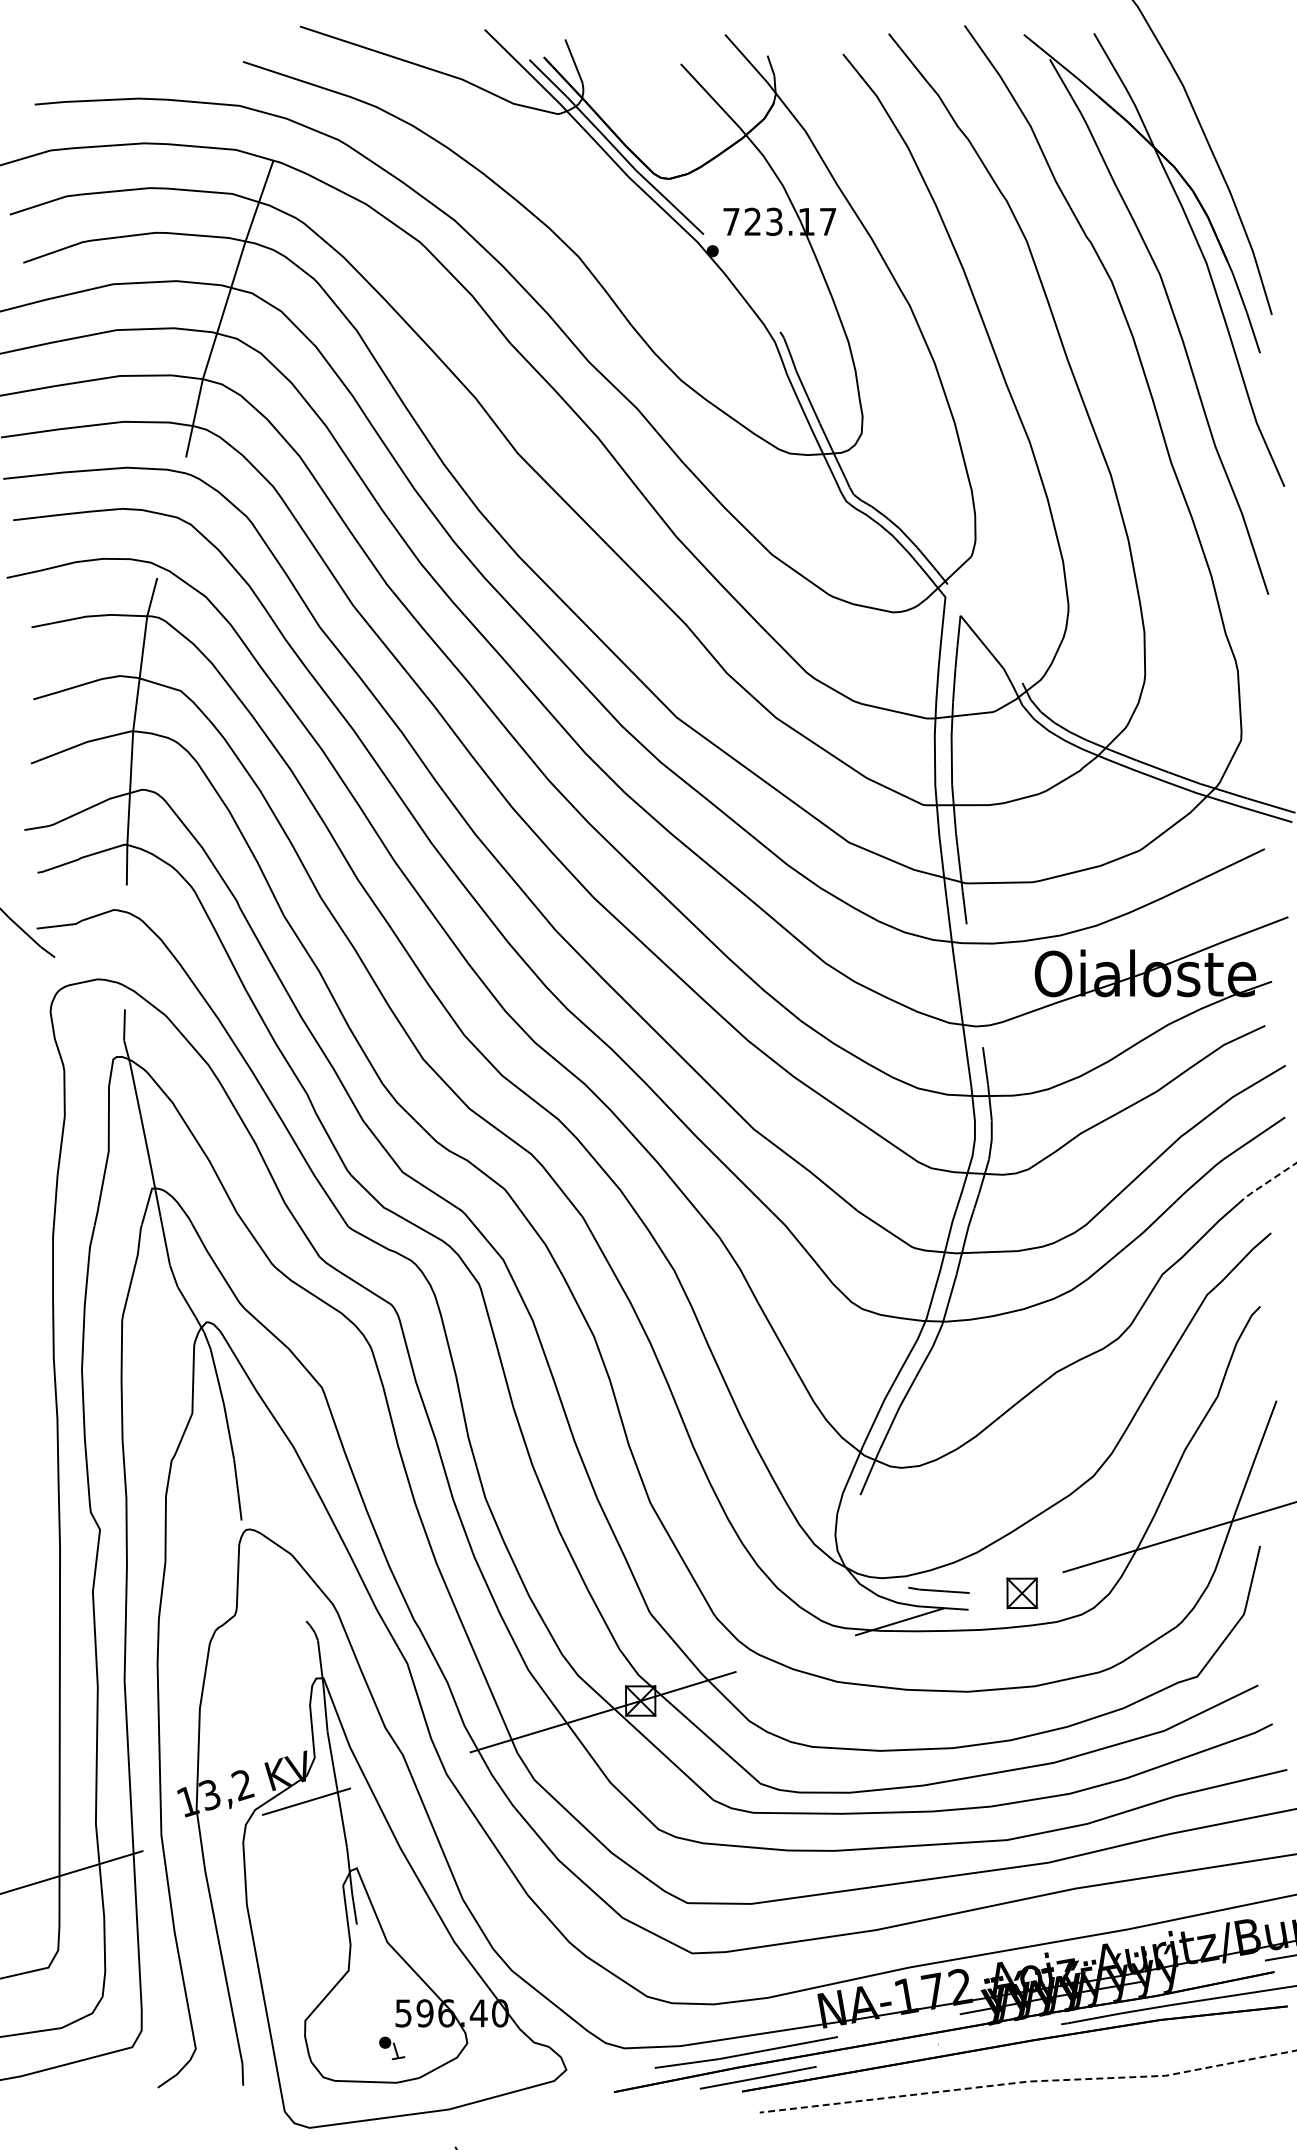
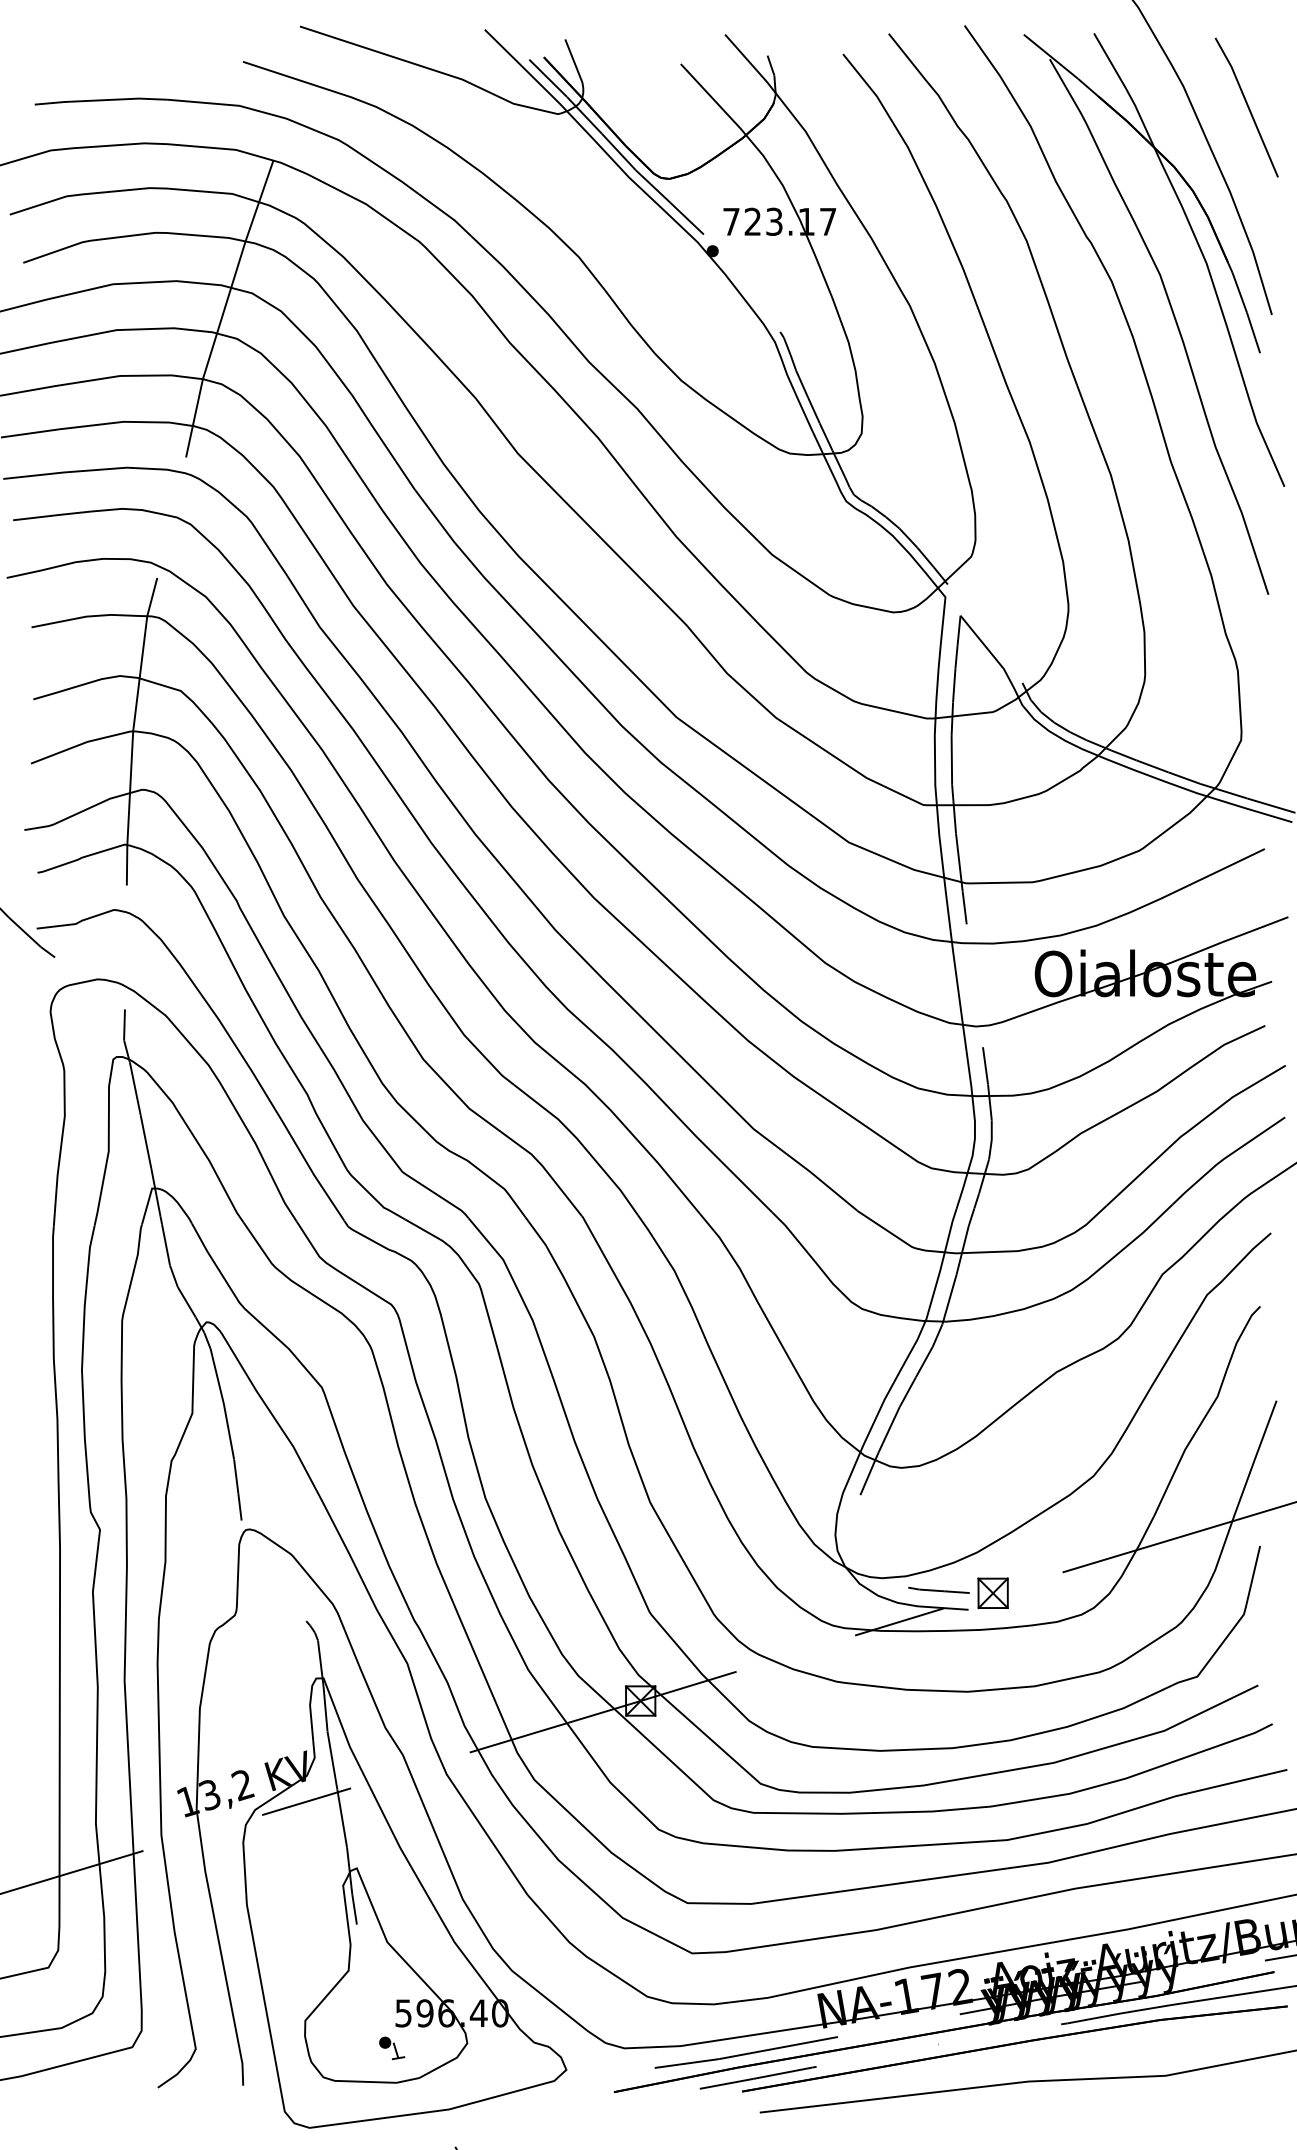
line at (1247, 107): none -> present
line at (1266, 1183): dashed -> solid
part at (1021, 1593) position: (1021, 1593) -> (992, 1593)
line at (1028, 2081): dashed -> solid
